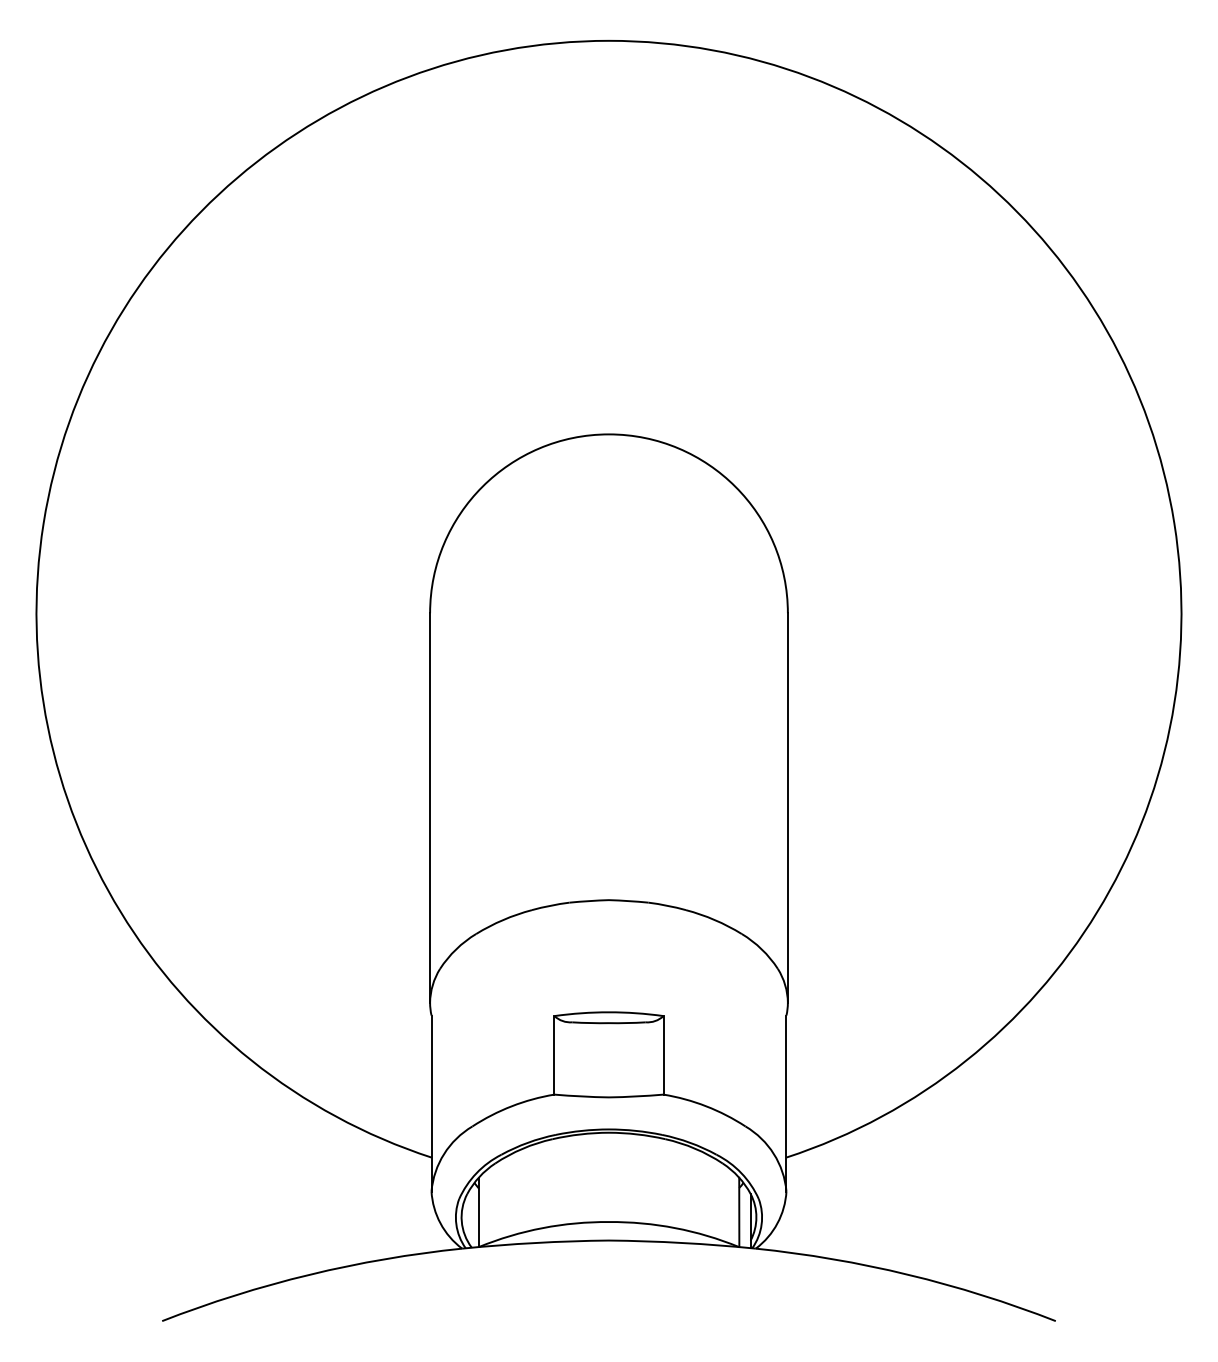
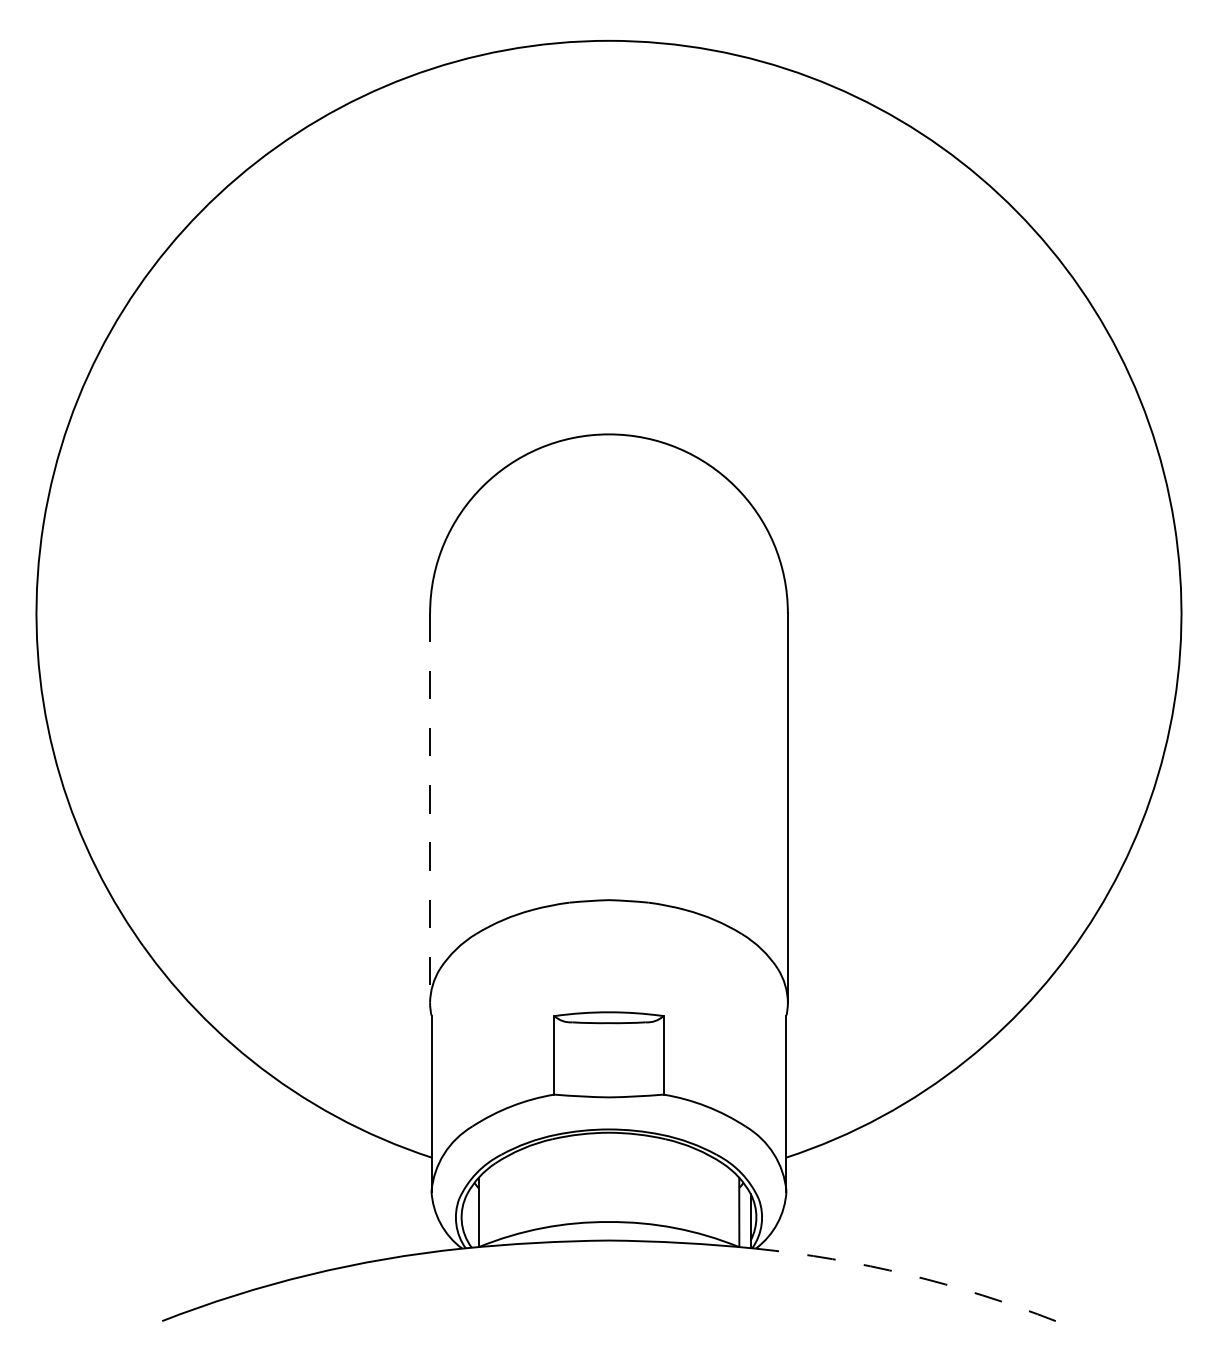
line at (430, 808): solid -> dashed
arc at (908, 1274): solid -> dashed
